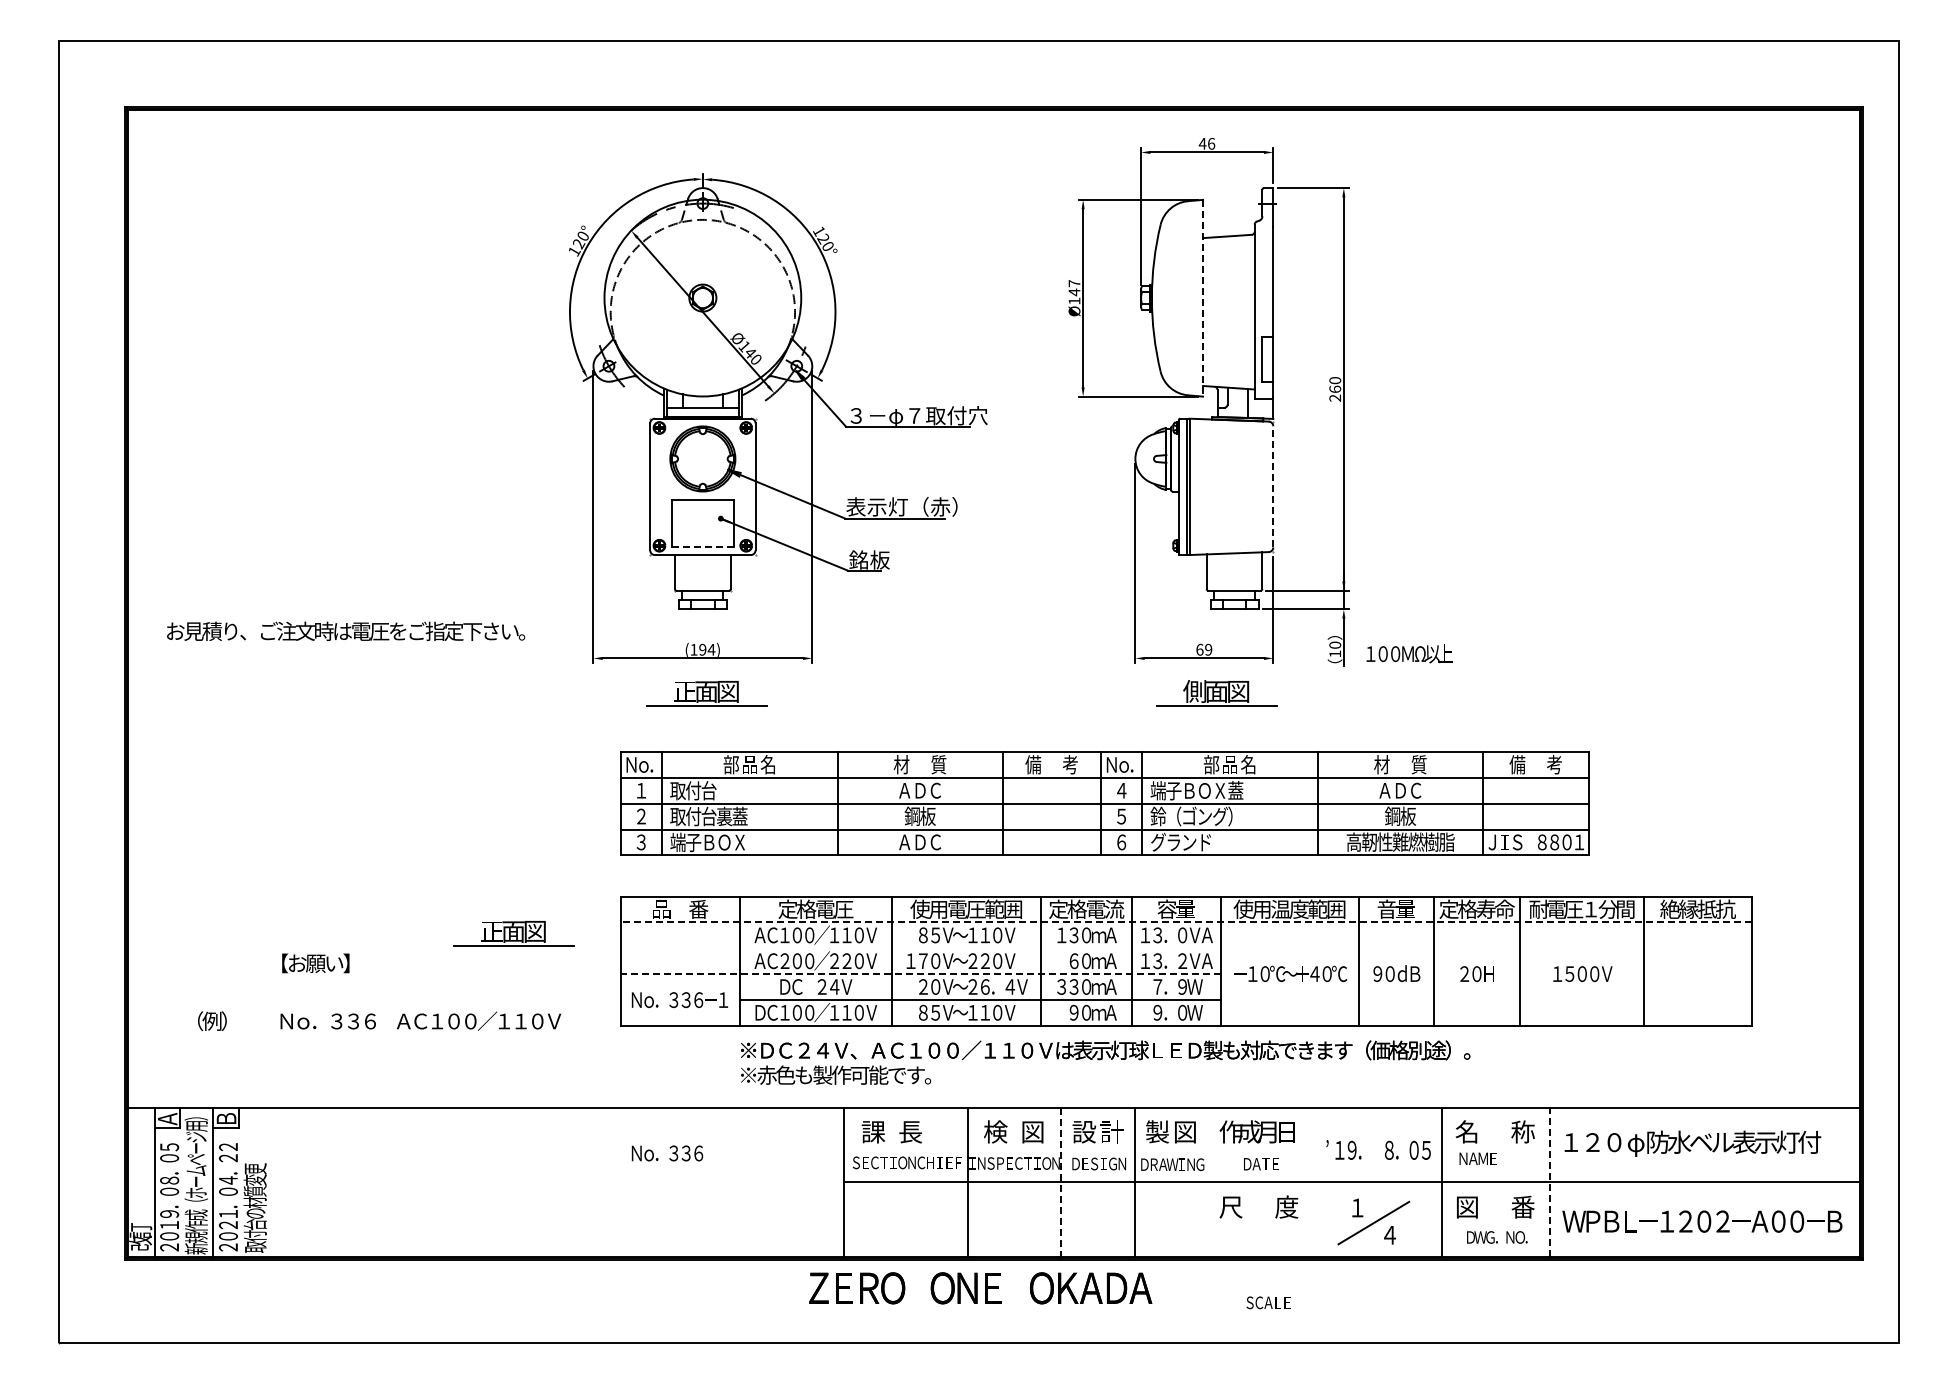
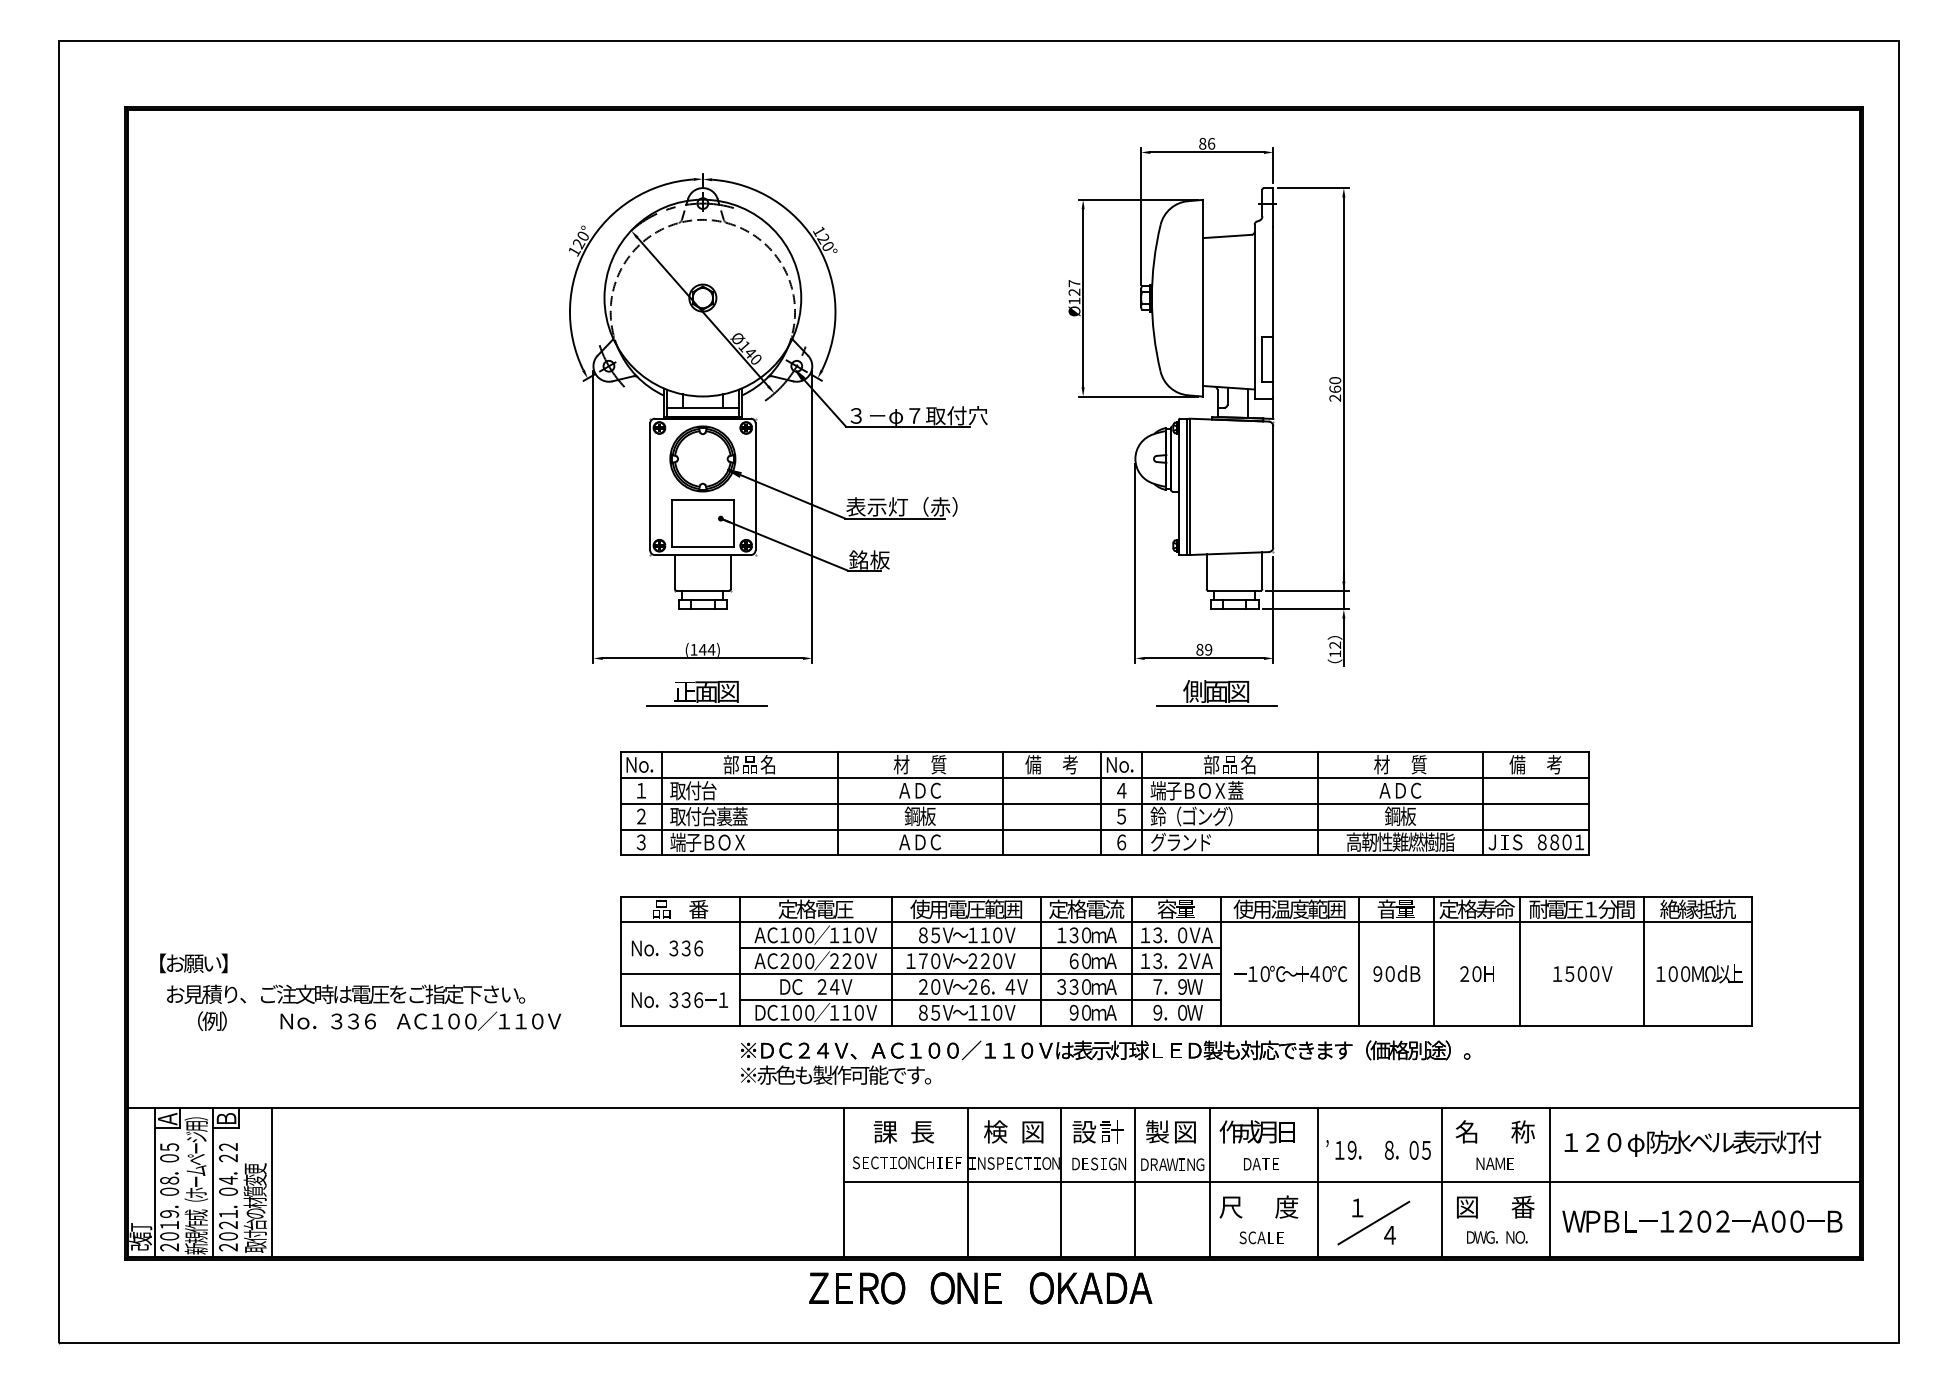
text at (1202, 143): 46 -> 86
text at (1074, 292): Ø147 -> Ø127
line at (1203, 298): dashed -> solid
line at (1273, 486): dashed -> solid
line at (702, 546): dashed -> solid
text at (346, 630) position: (346, 630) -> (346, 993)
text at (1335, 644): 10 -> 12
text at (702, 649): (194) -> (144)
text at (1199, 649): 69 -> 89
text at (1409, 653) position: (1409, 653) -> (1699, 973)
line at (1185, 922): dashed -> solid
part at (513, 933): present -> none
line at (979, 948): none -> present
text at (315, 963) position: (315, 963) -> (193, 963)
line at (920, 974): dashed -> solid
text at (891, 1132) position: (891, 1132) -> (903, 1132)
text at (667, 1153) position: (667, 1153) -> (667, 948)
text at (1477, 1158) position: (1477, 1158) -> (1494, 1163)
line at (272, 1181): none -> present
line at (1209, 1181): none -> present
line at (1317, 1181): none -> present
line at (1550, 1181): dashed -> solid
line at (1060, 1182): dashed -> solid
text at (1268, 1302) position: (1268, 1302) -> (1261, 1237)
